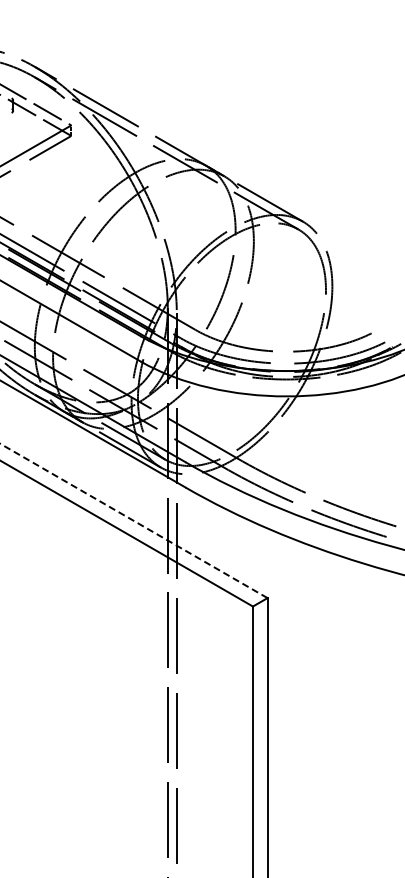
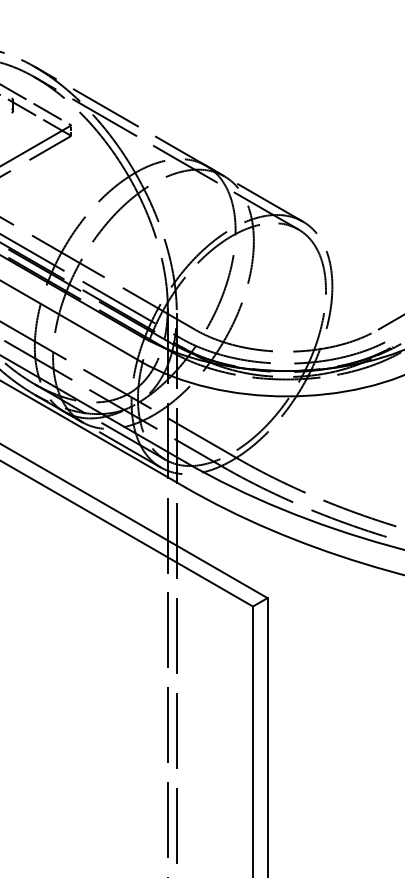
line at (389, 322): none -> present
line at (133, 520): dashed -> solid
